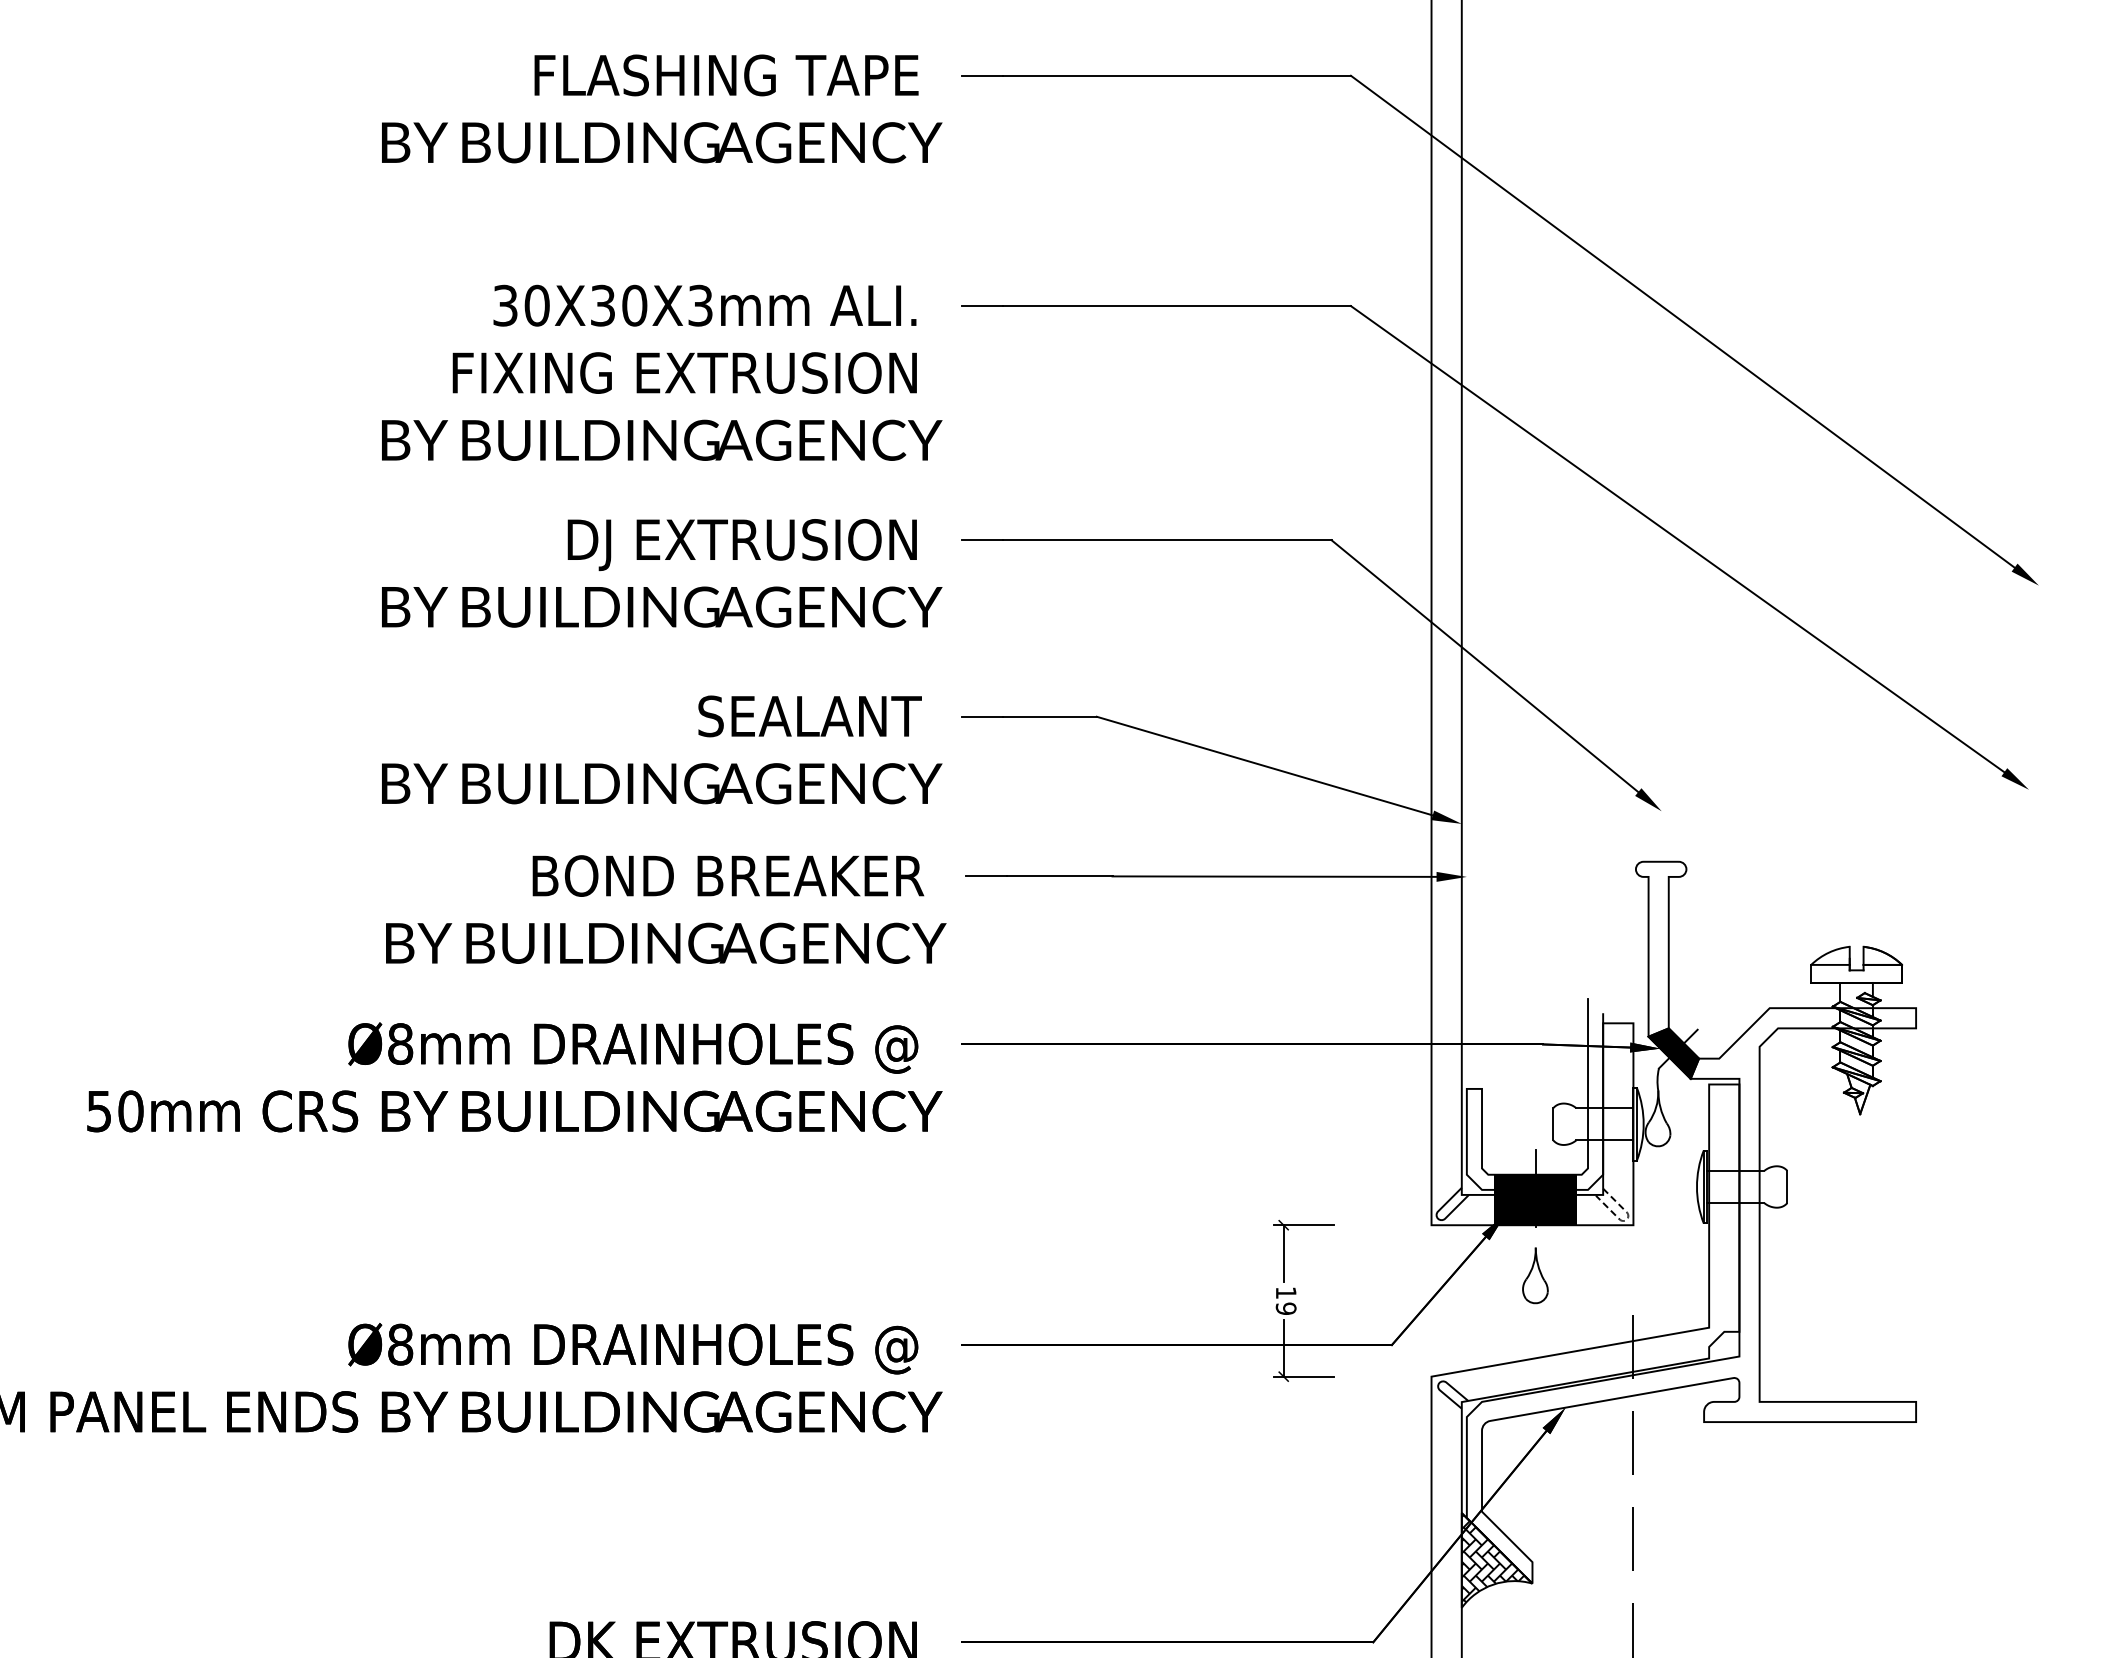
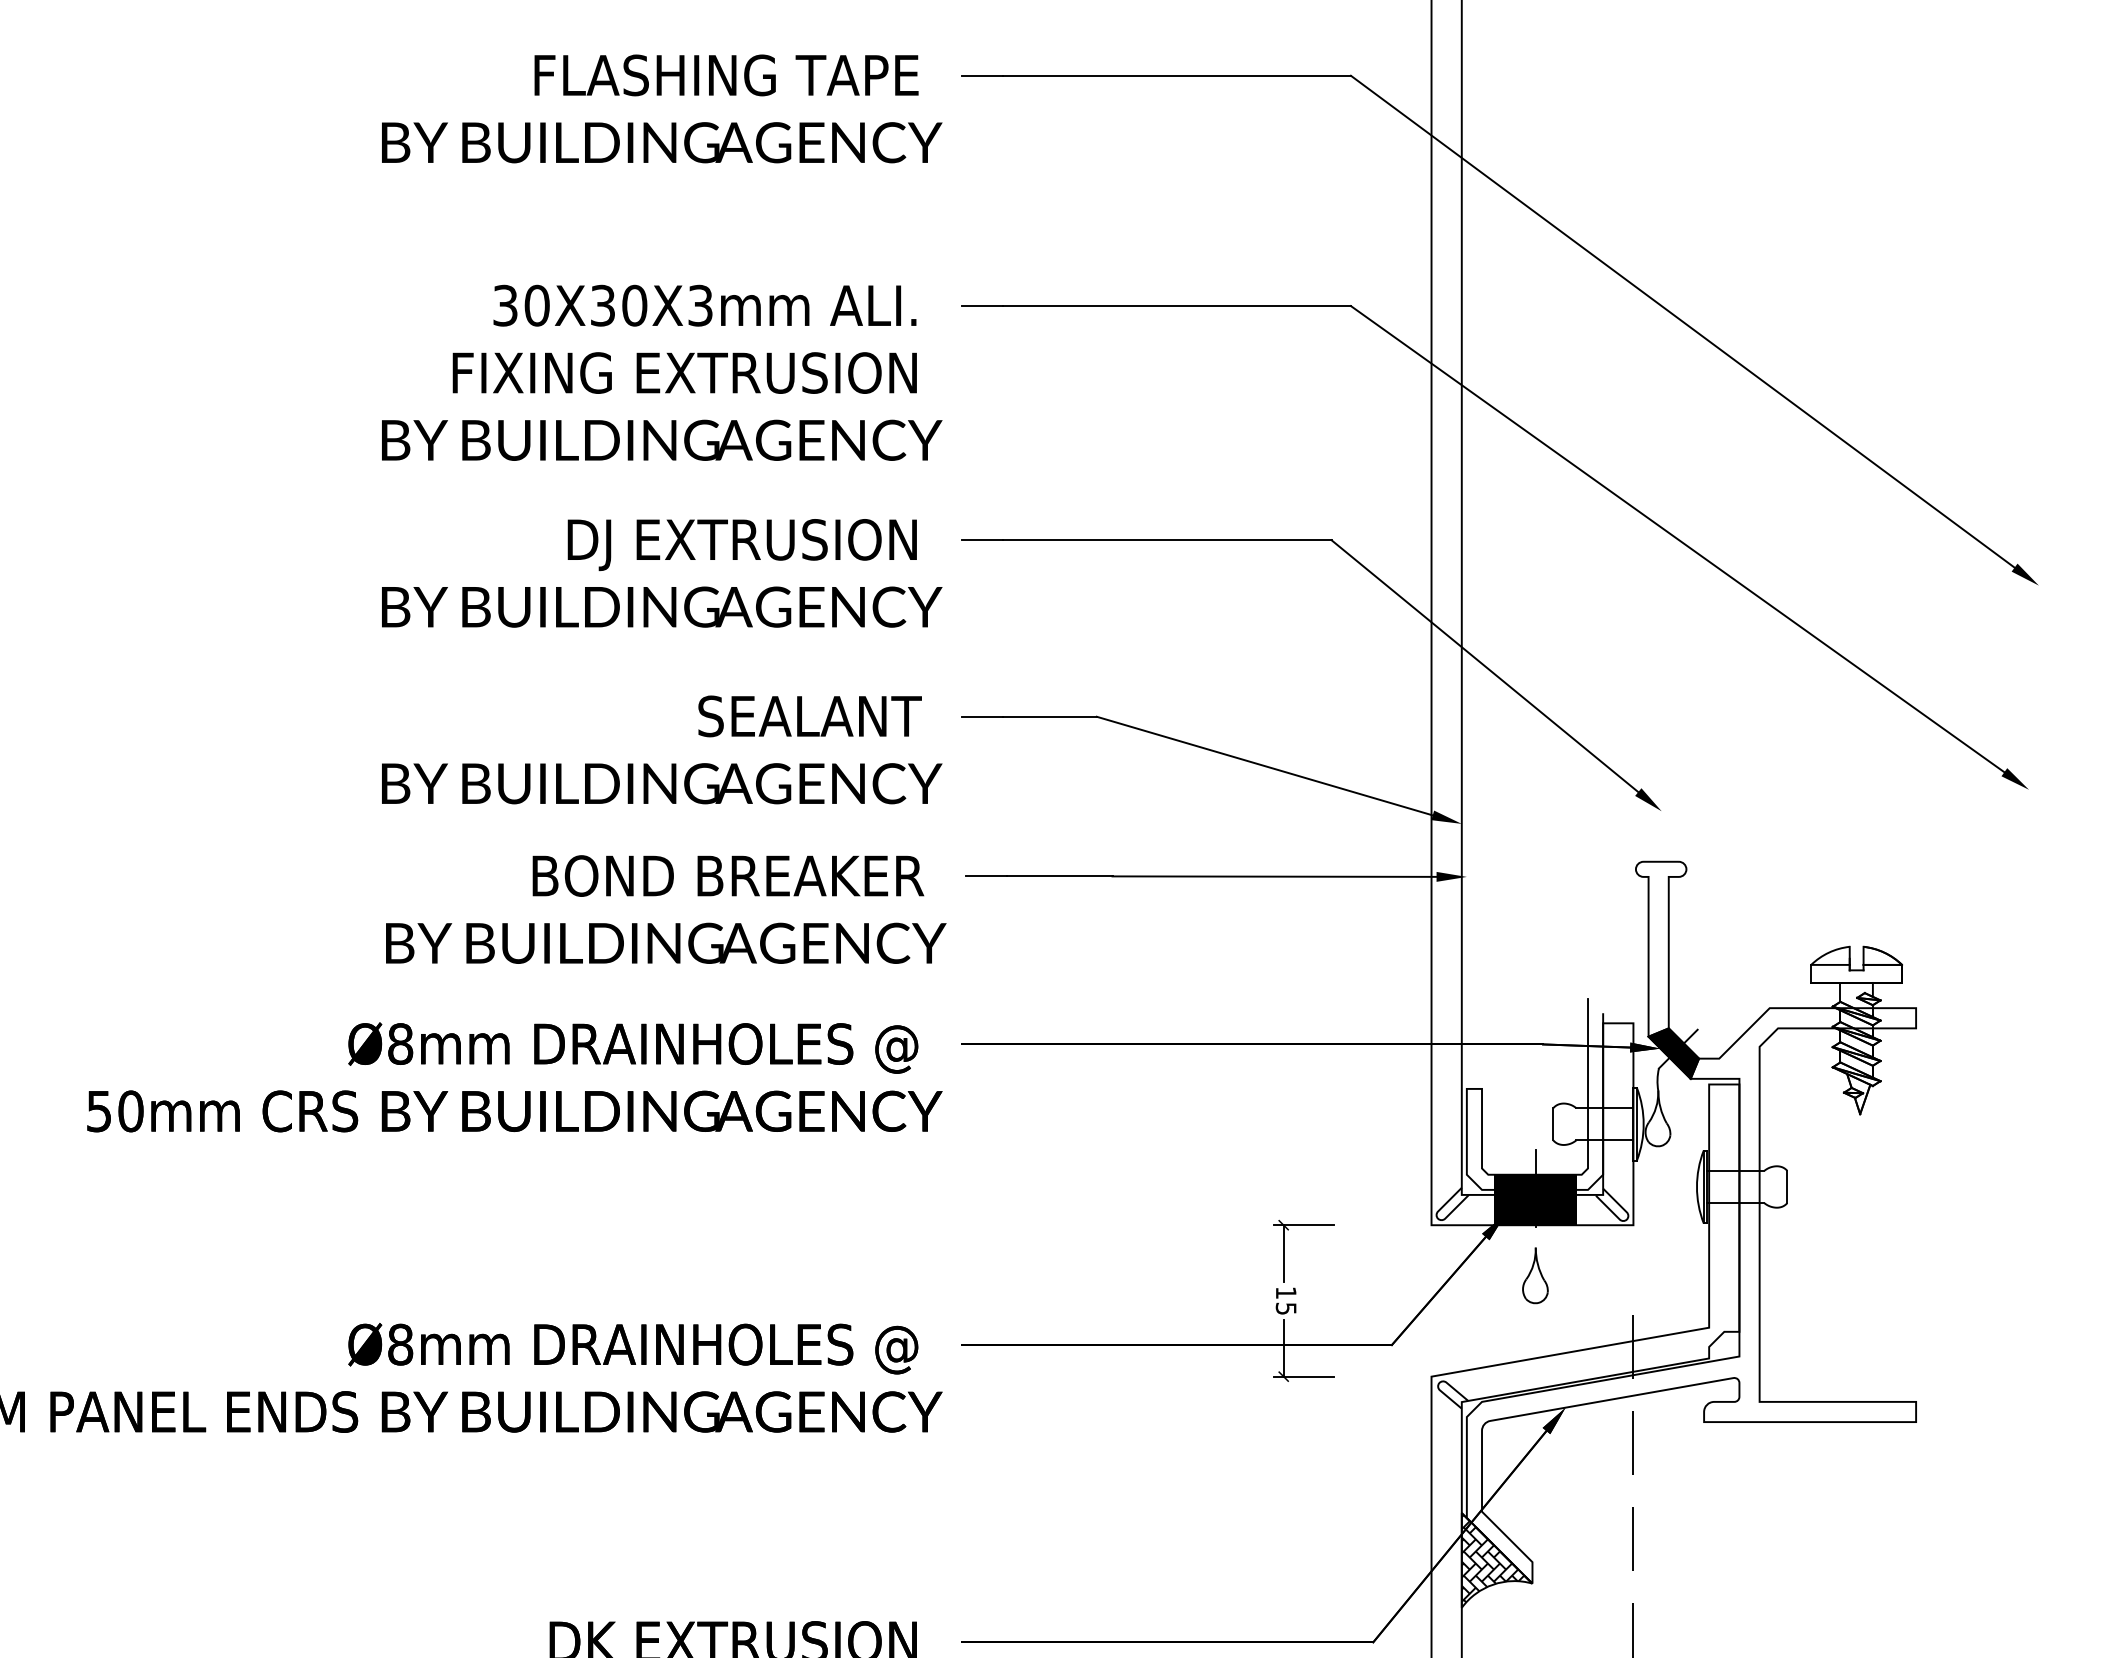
line at (1626, 1219): dashed -> solid
text at (1286, 1308): 19 -> 15
